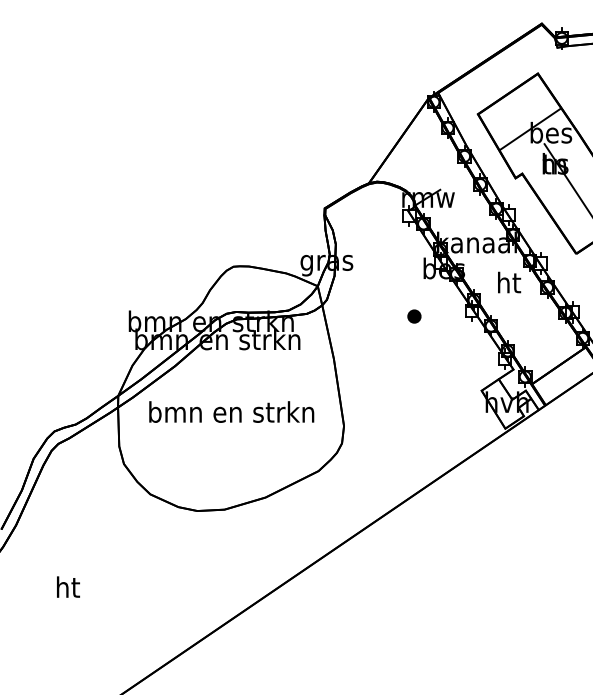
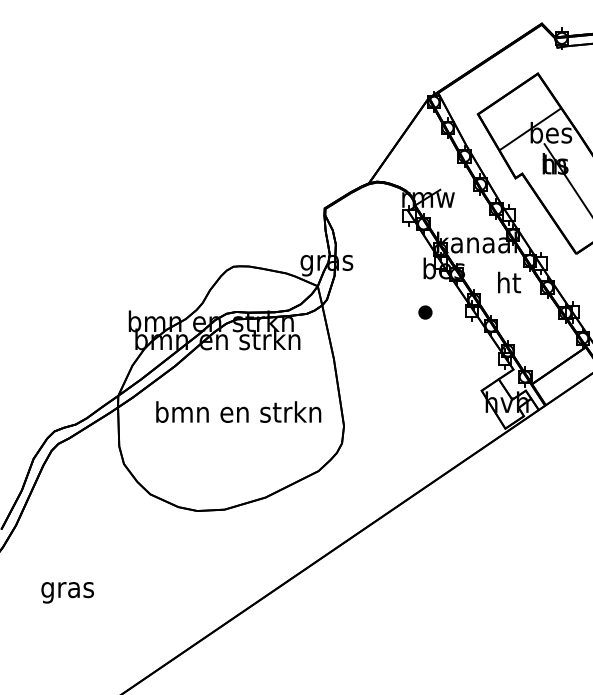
part at (414, 316) position: (414, 316) -> (425, 312)
text at (231, 411) position: (231, 411) -> (238, 411)
text at (67, 589): ht -> gras
